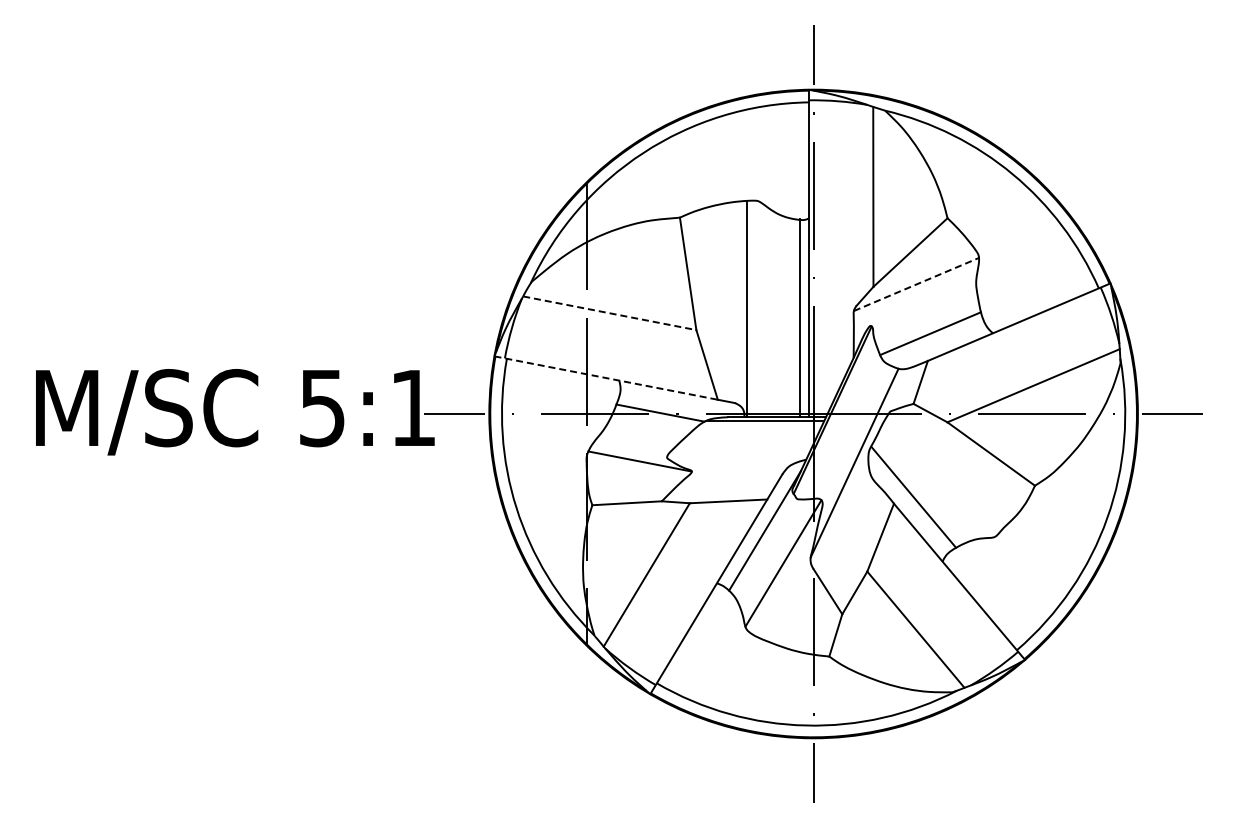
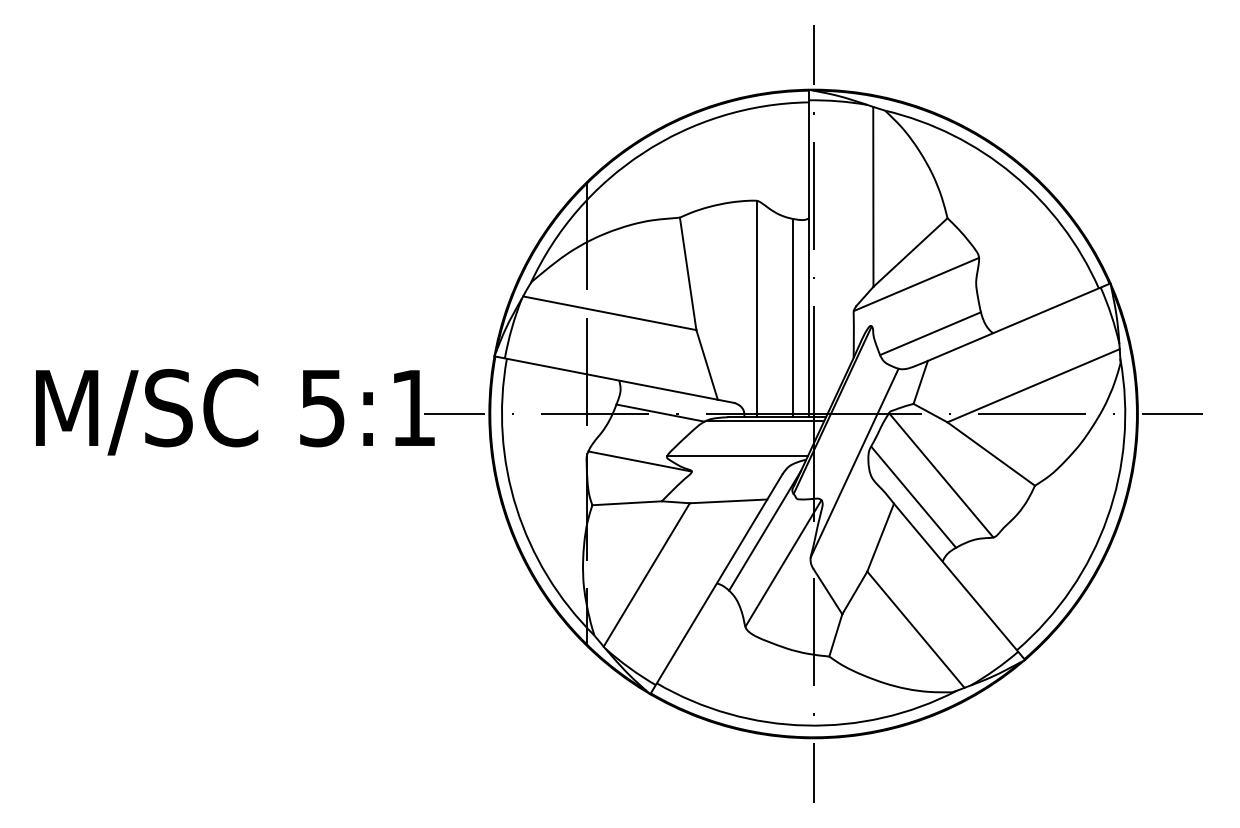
line at (916, 284): dashed -> solid
line at (747, 308) position: (747, 308) -> (757, 308)
line at (610, 313): dashed -> solid
line at (800, 317) position: (800, 317) -> (793, 317)
line at (606, 378): dashed -> solid
line at (737, 456): none -> present
line at (941, 475): none -> present
